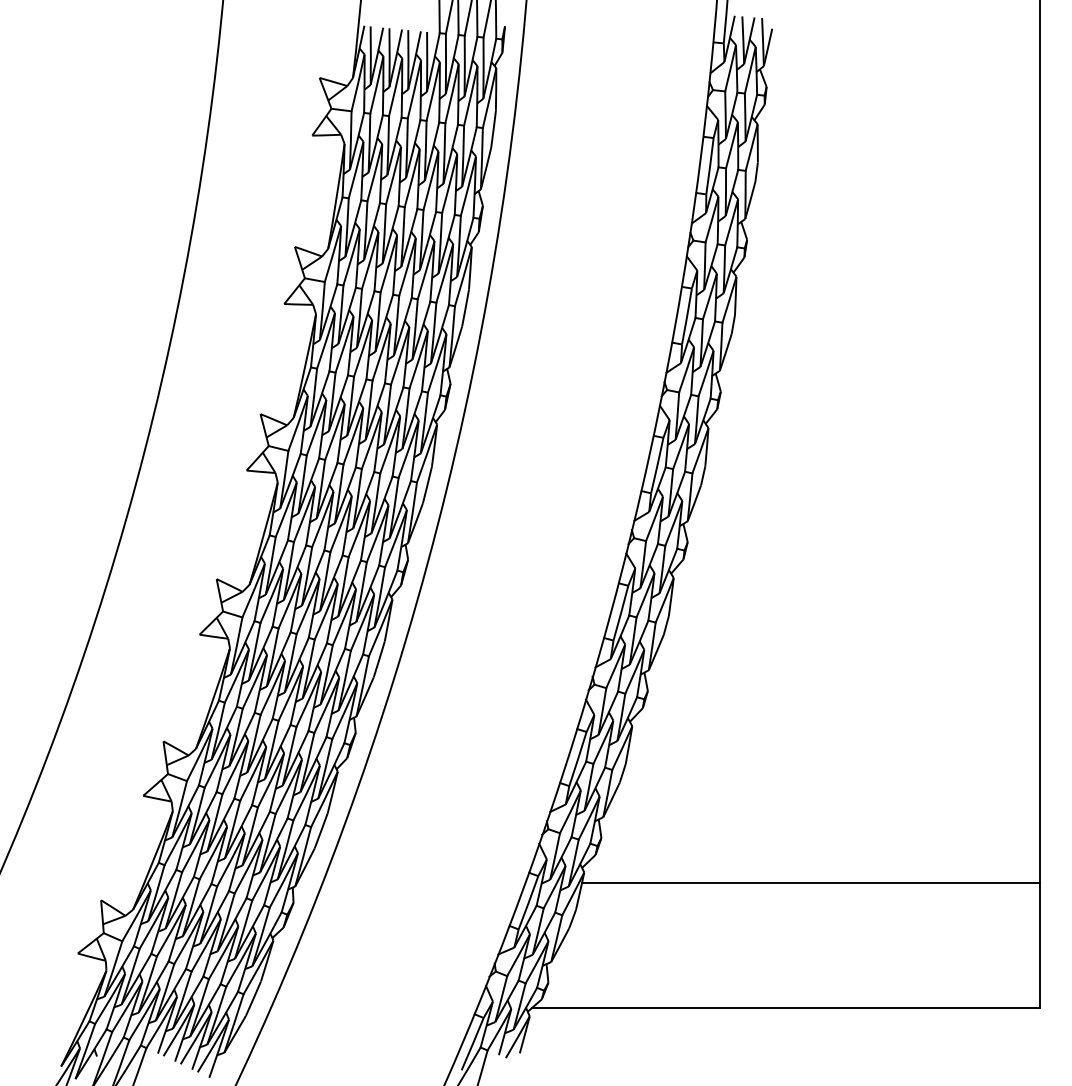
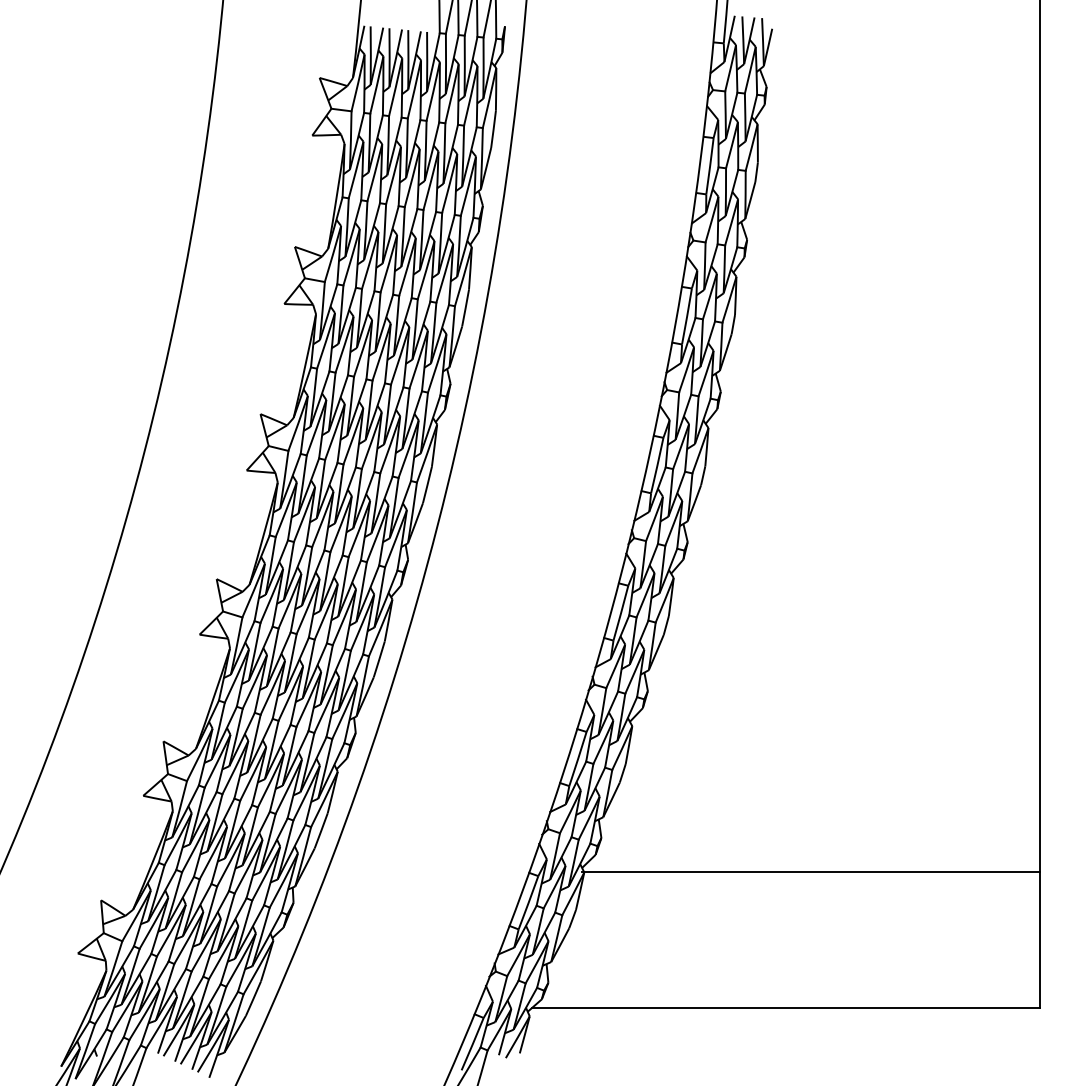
line at (810, 883) position: (810, 883) -> (810, 872)
